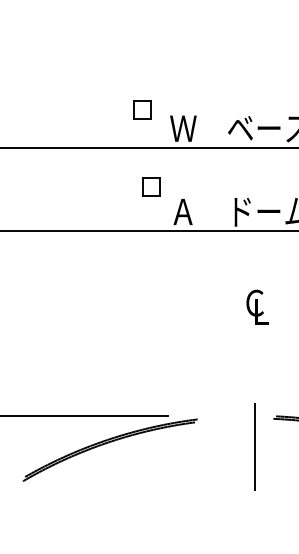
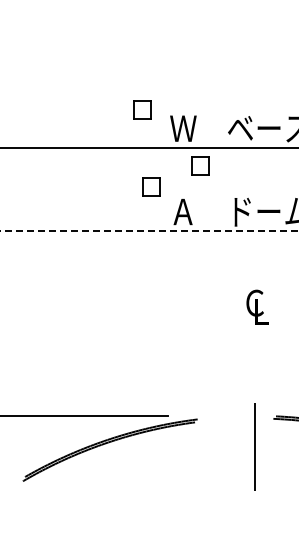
part at (200, 165): none -> present
line at (149, 230): solid -> dashed
